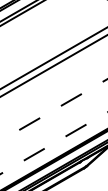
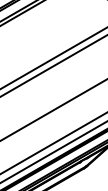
line at (53, 110): dashed -> solid
line at (53, 143): dashed -> solid
line at (53, 151): none -> present
